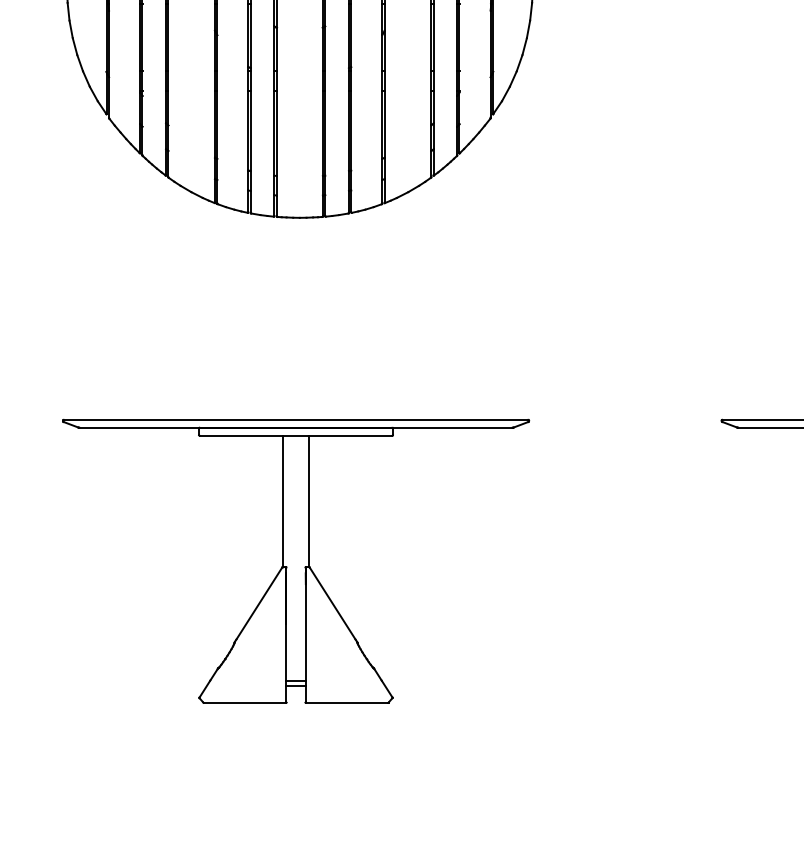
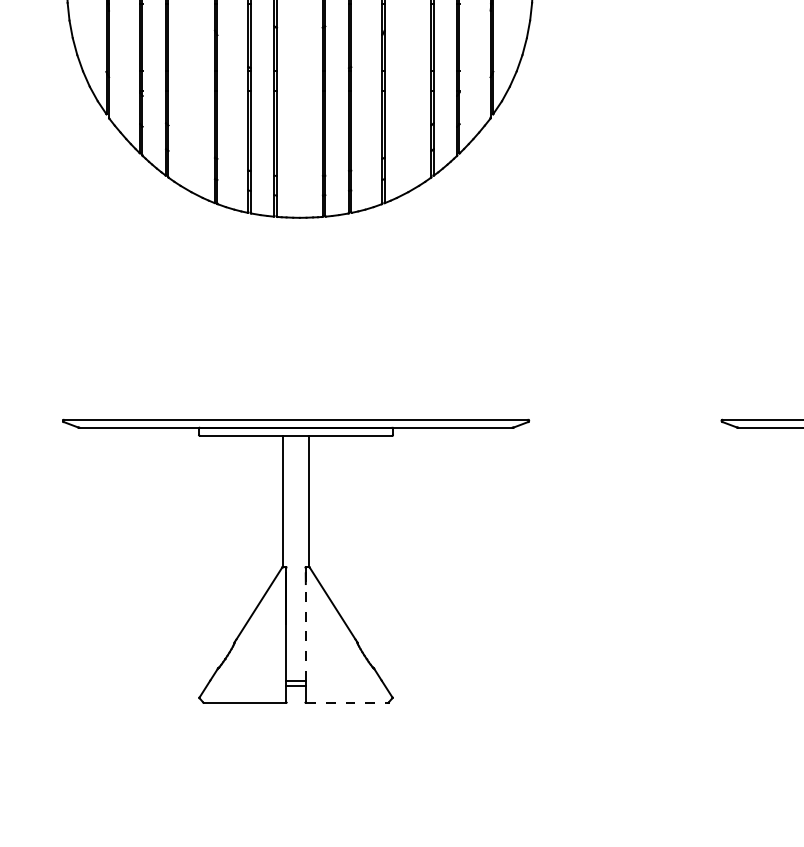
line at (305, 624): solid -> dashed
line at (347, 702): solid -> dashed
